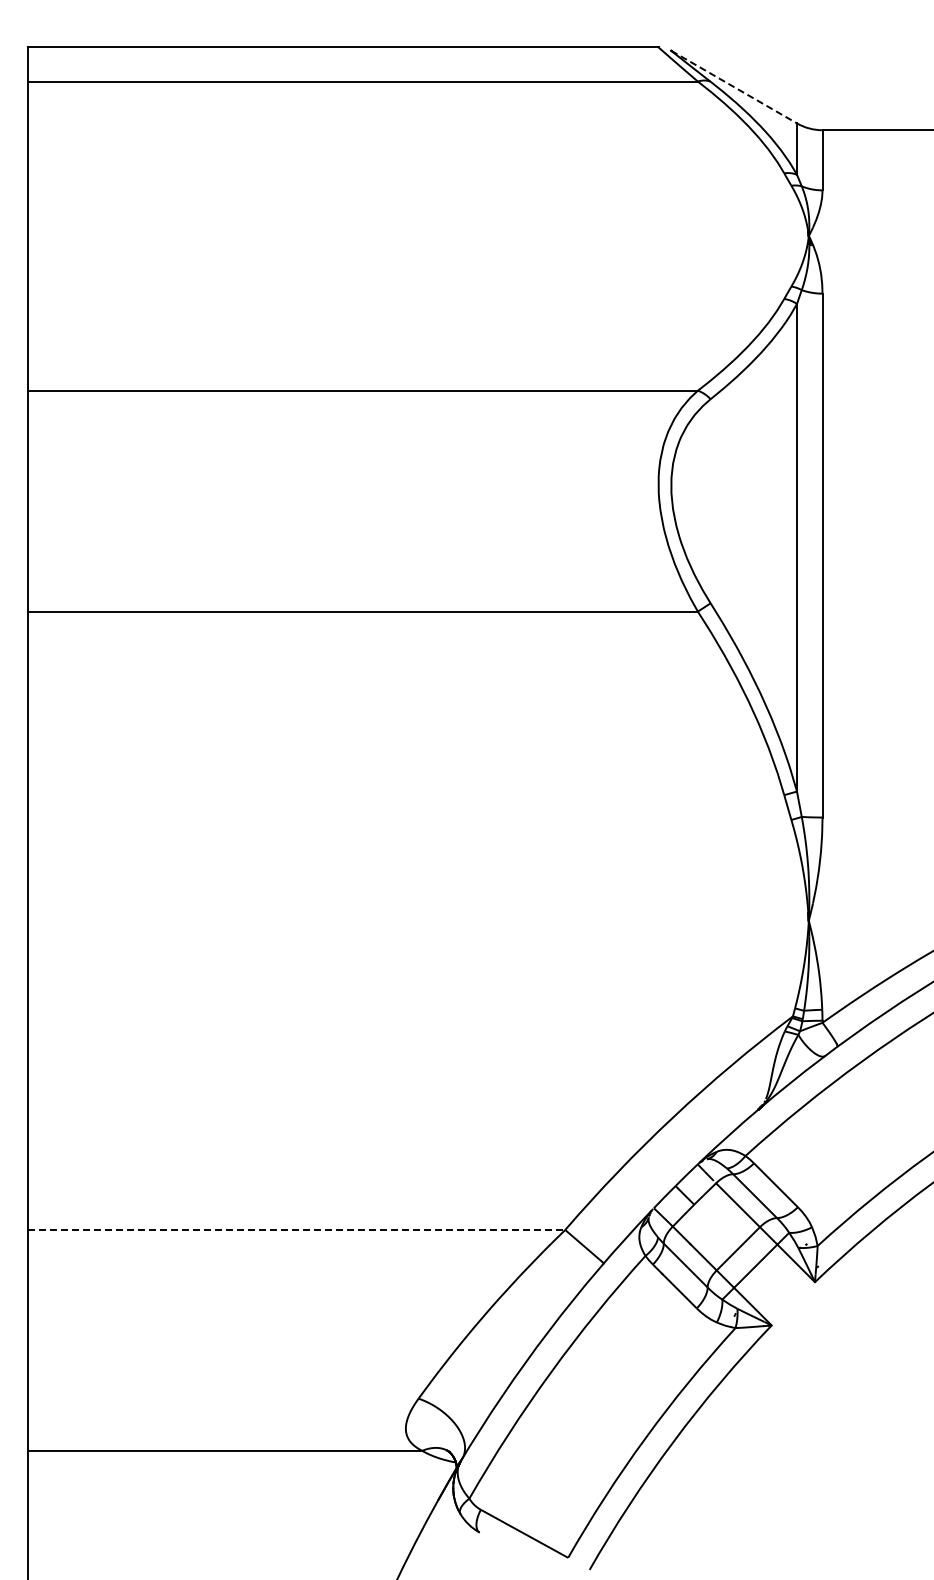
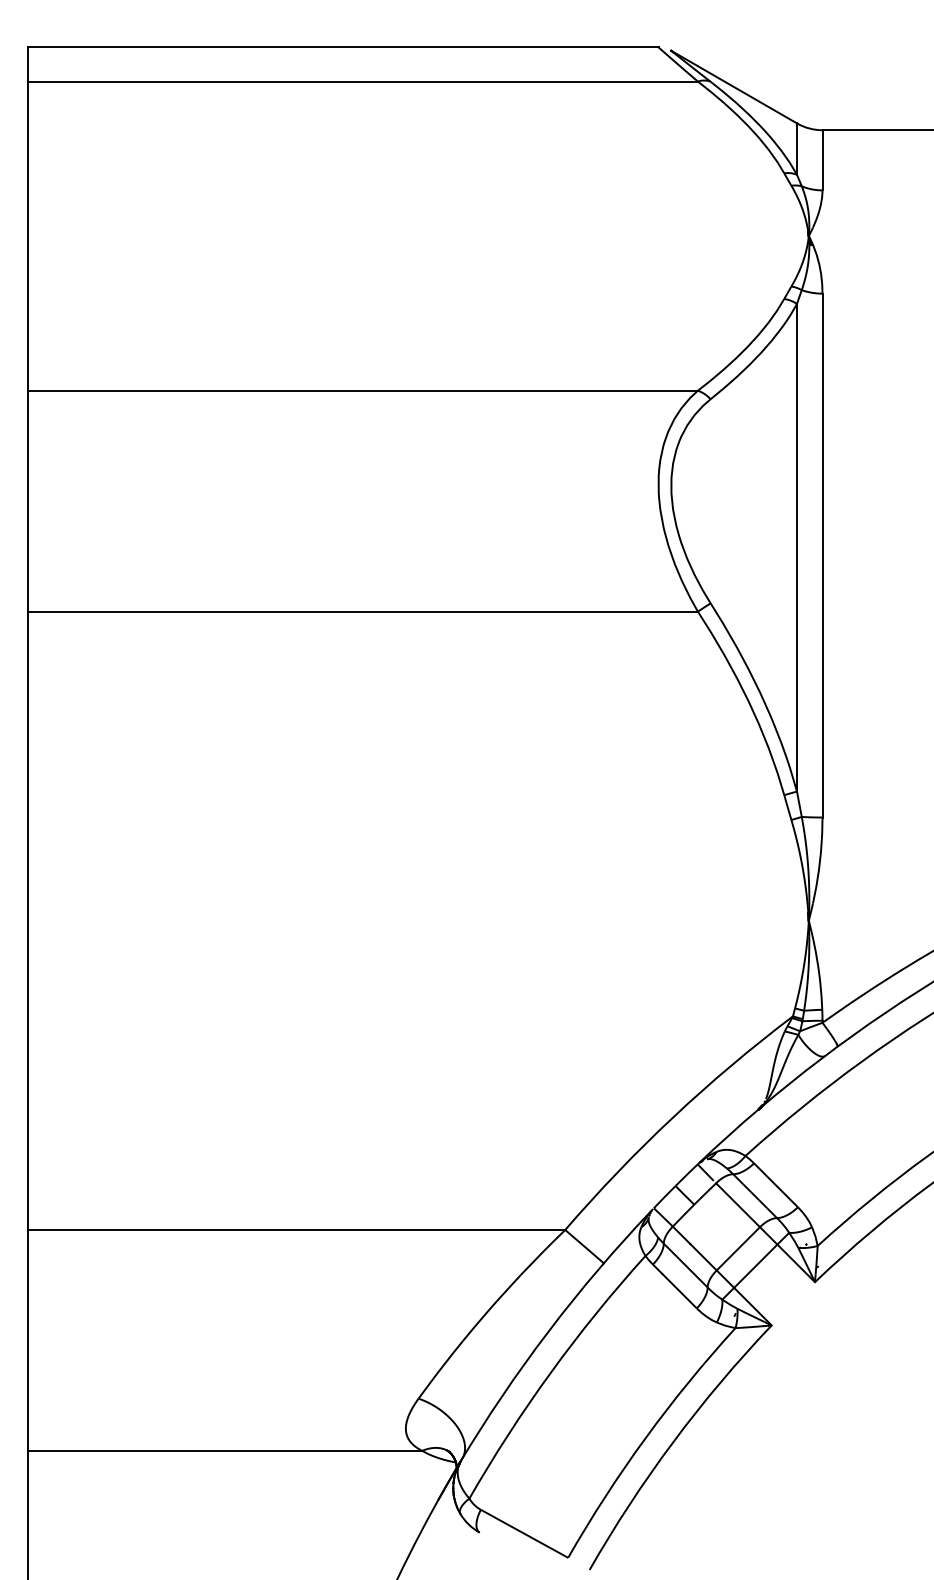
line at (734, 87): dashed -> solid
line at (296, 1229): dashed -> solid
